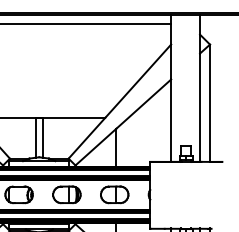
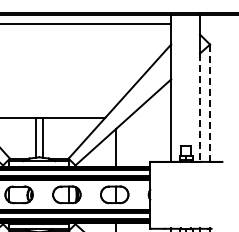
line at (210, 103): solid -> dashed
line at (200, 108): solid -> dashed
